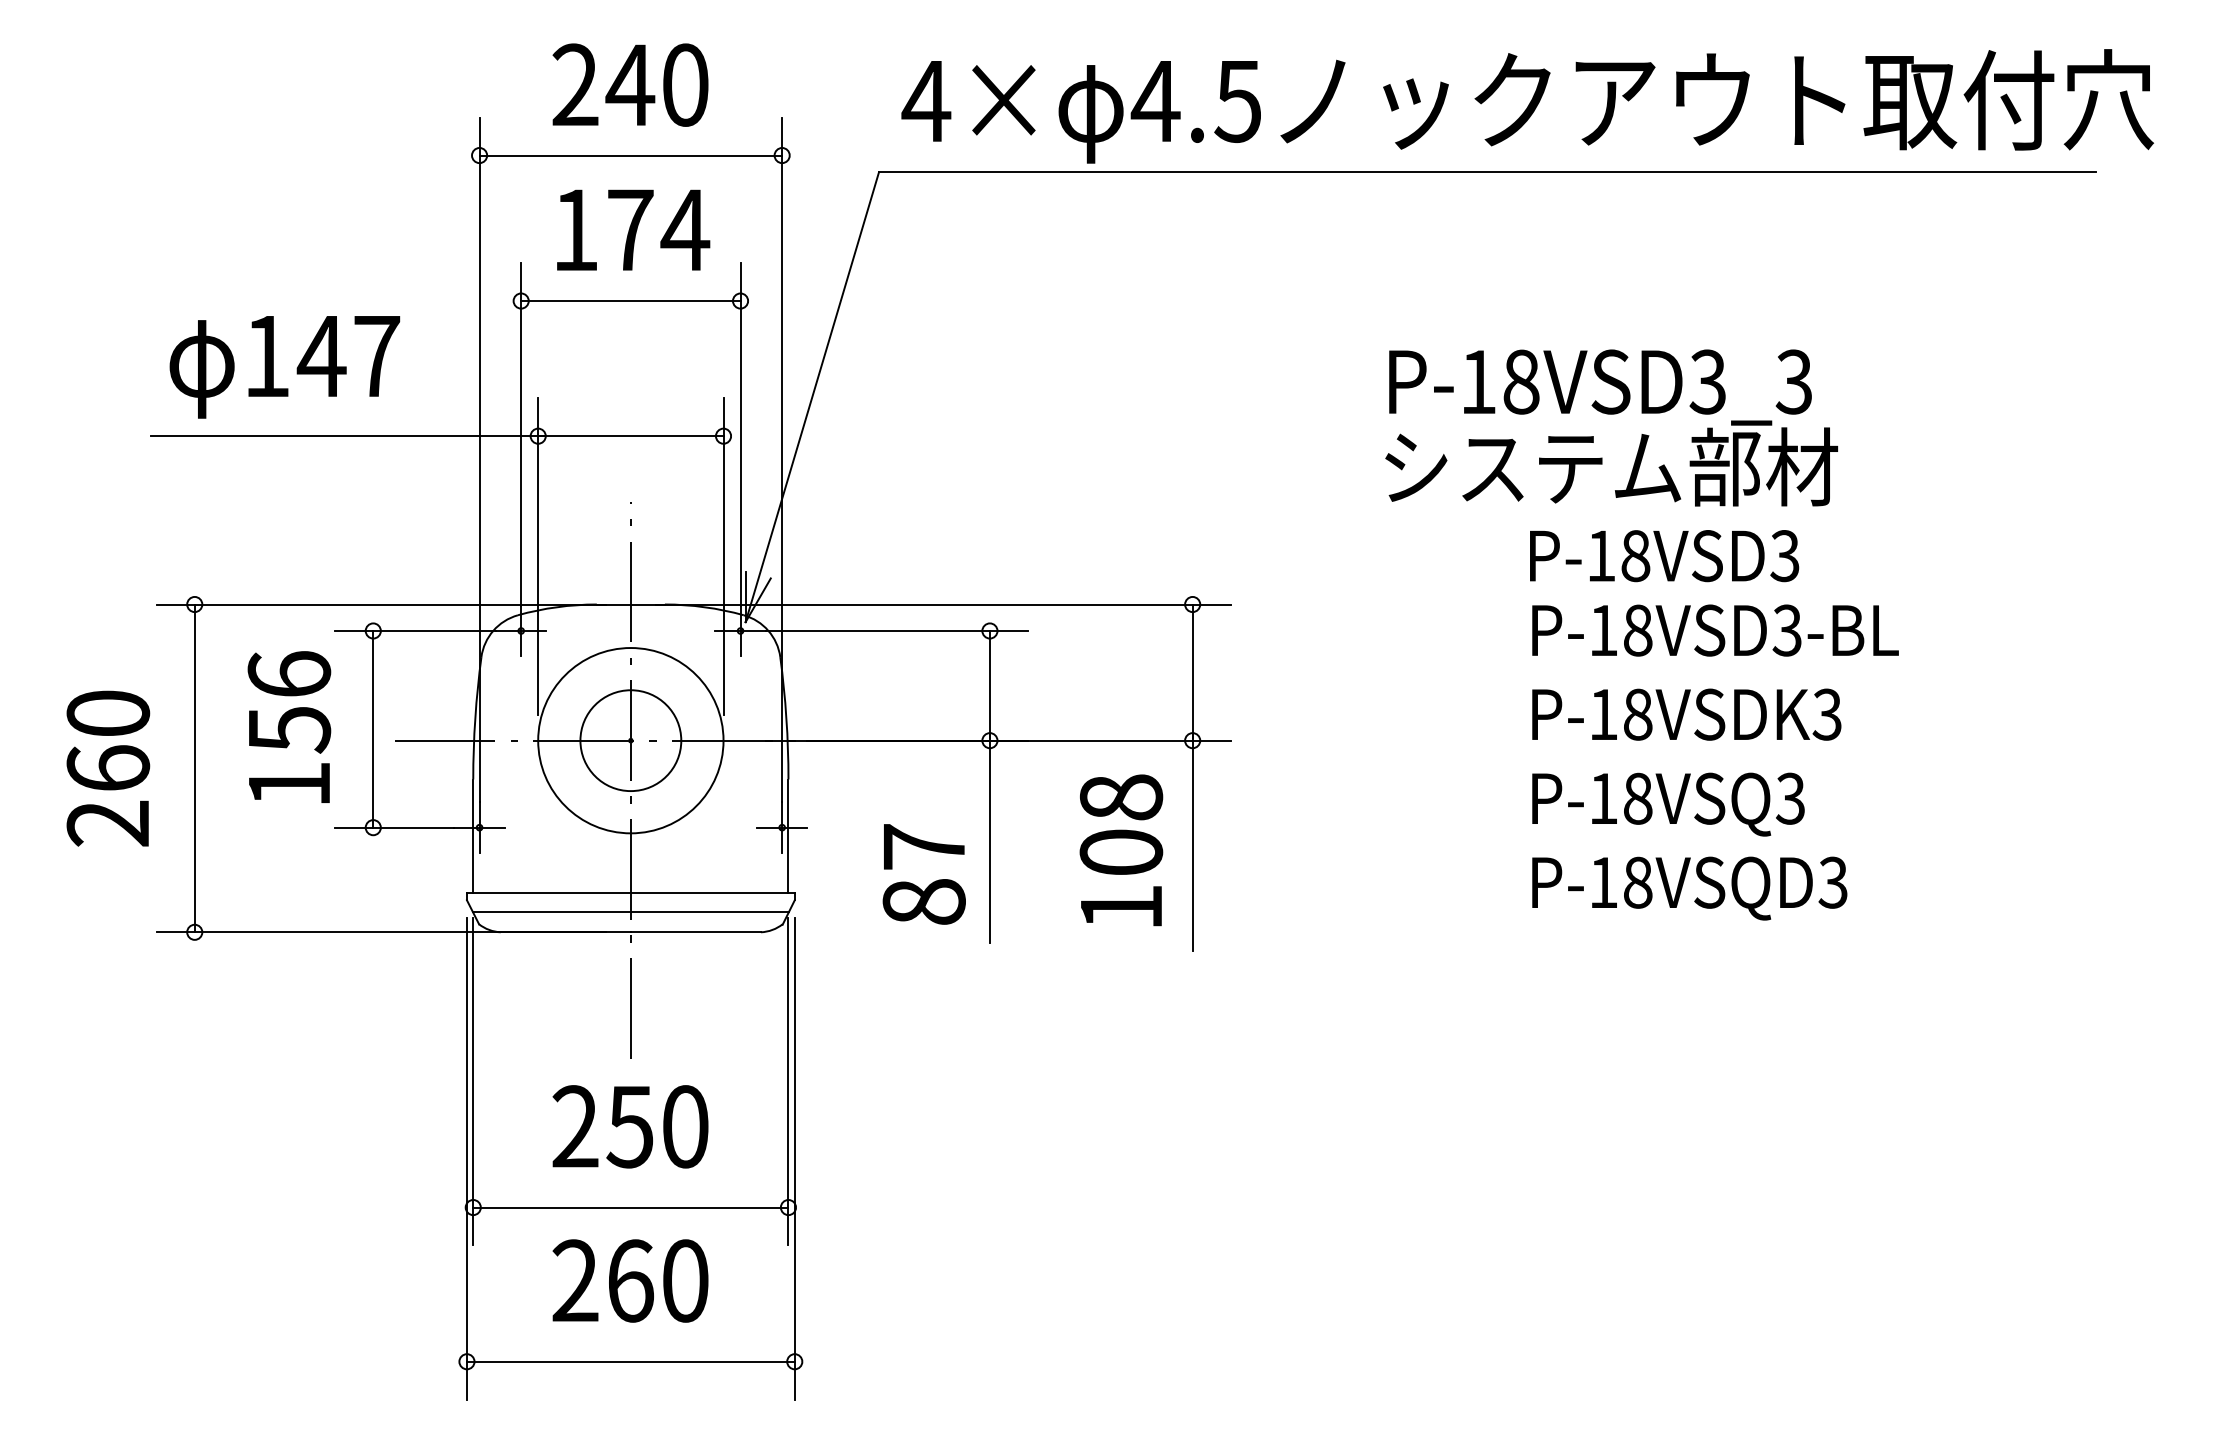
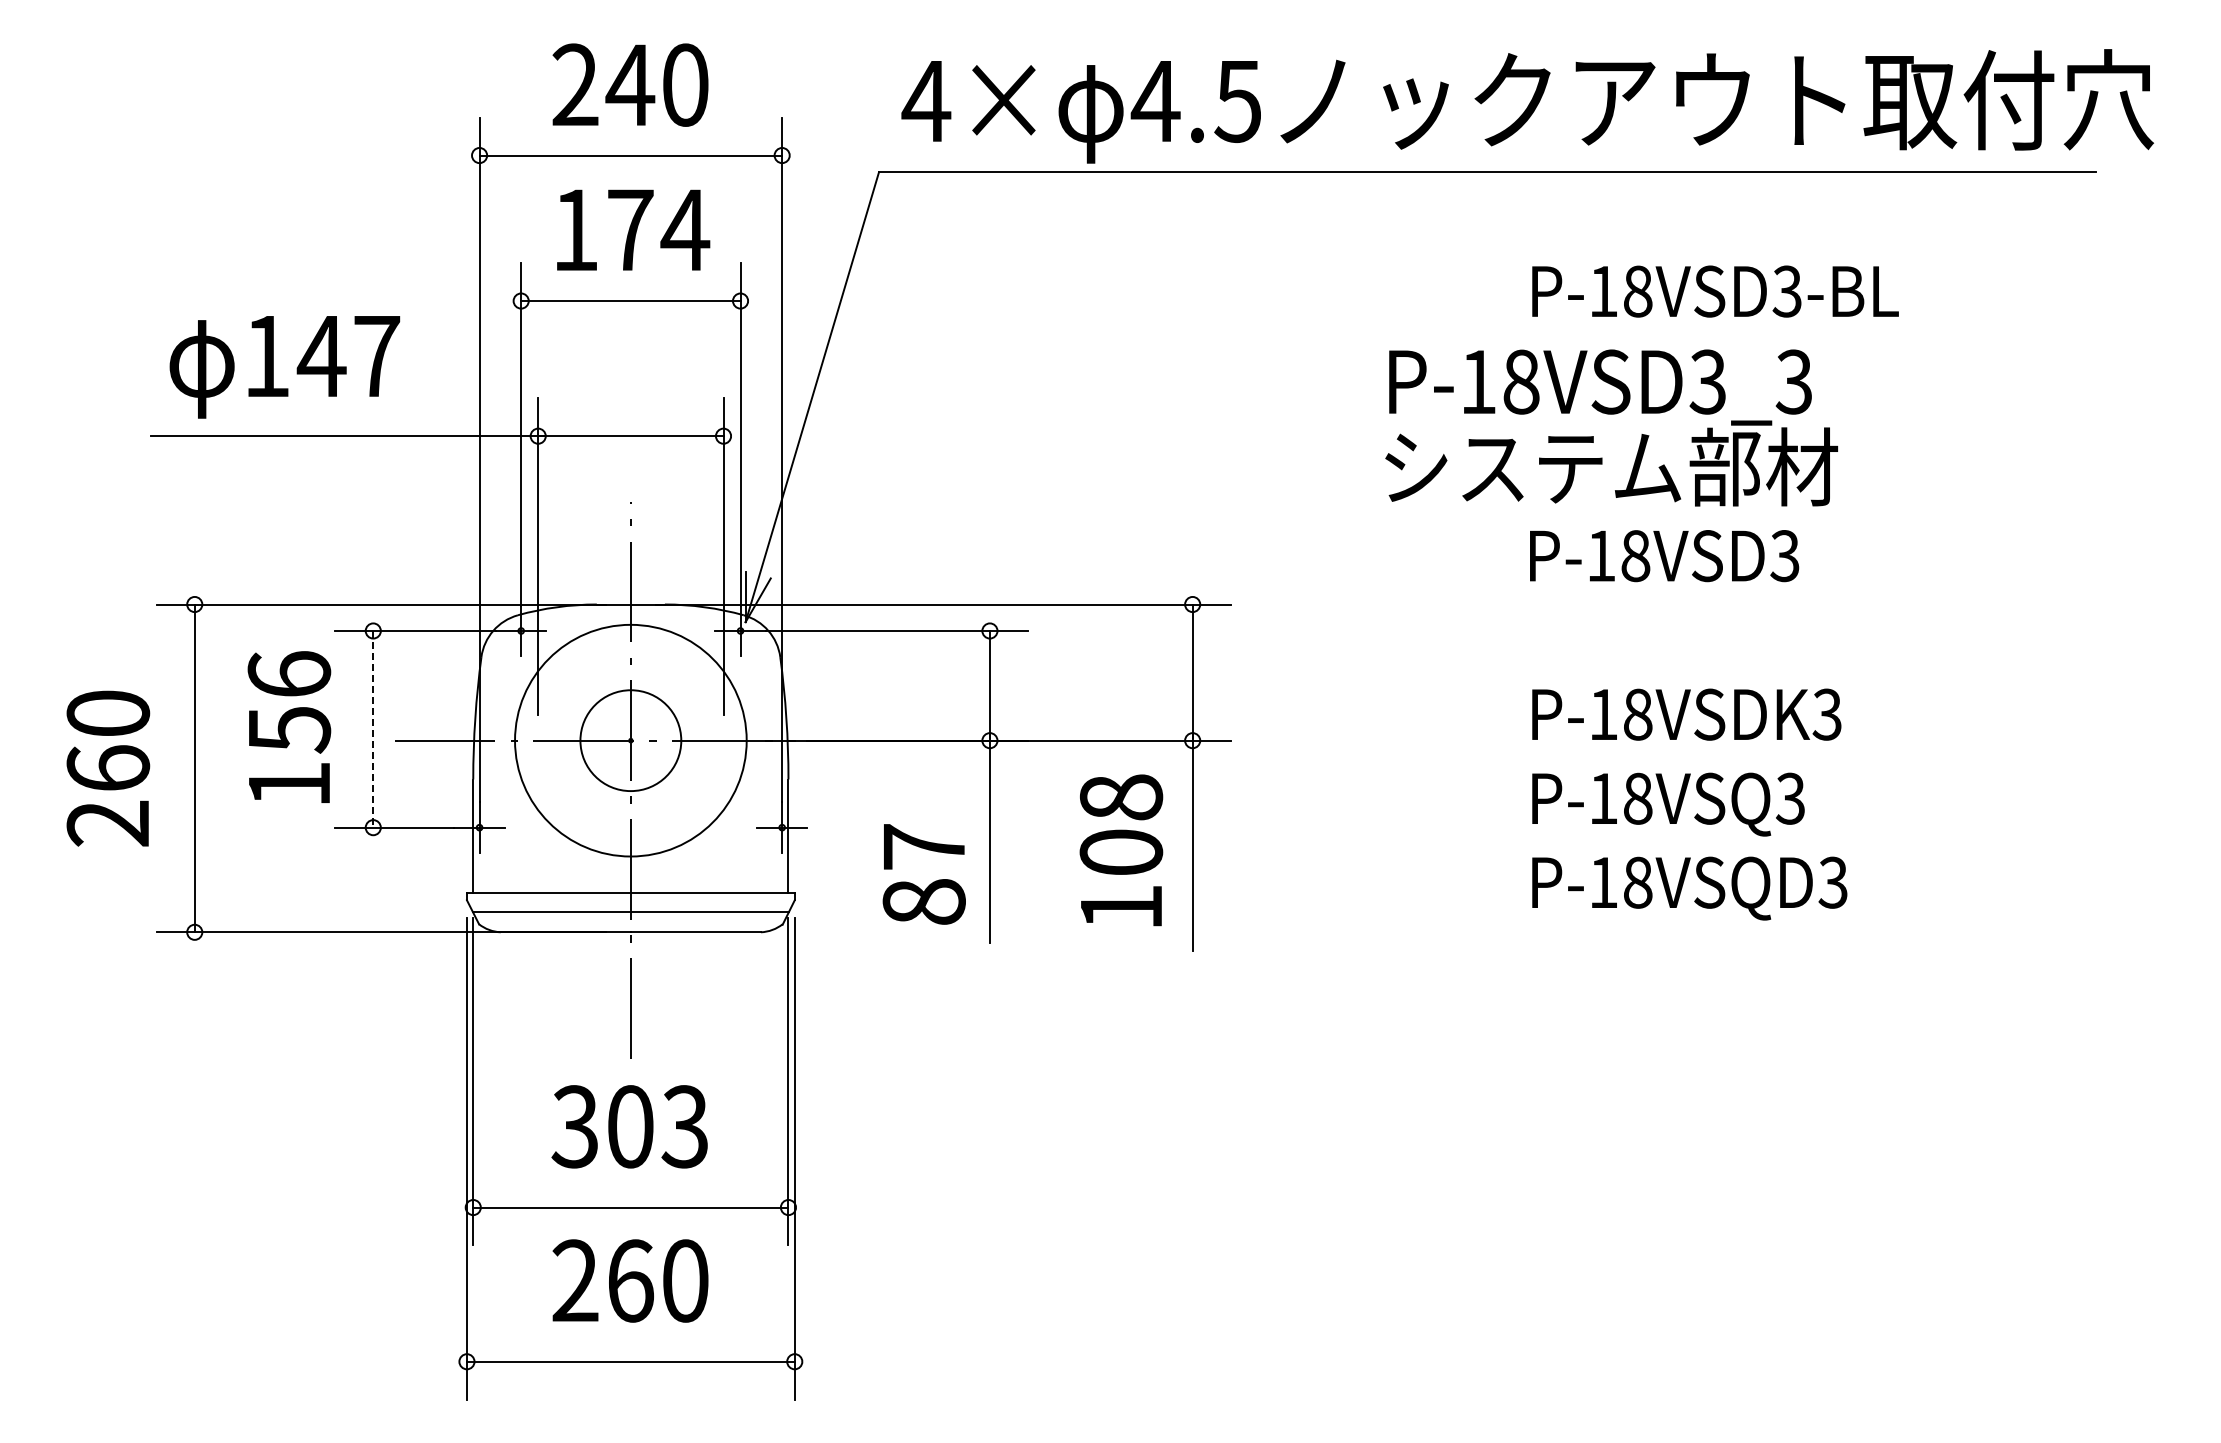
text at (1715, 630) position: (1715, 630) -> (1715, 291)
line at (373, 729): solid -> dashed
circle at (630, 740) diameter: 185 px -> 232 px
text at (629, 1126): 250 -> 303
